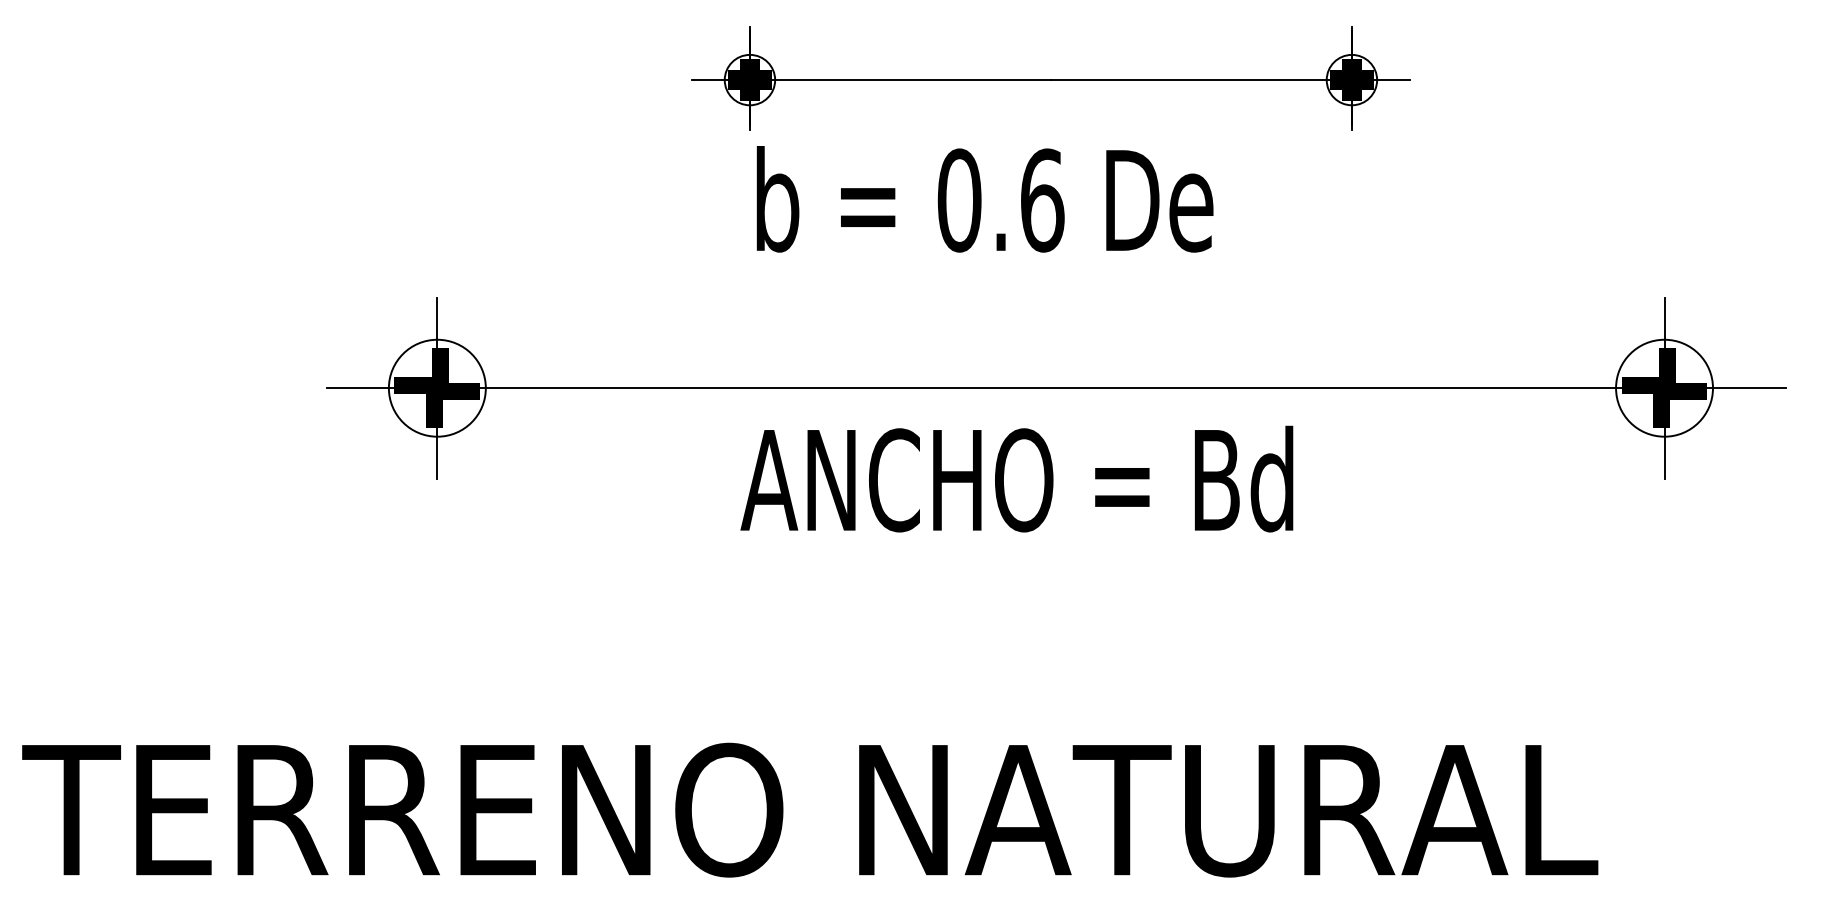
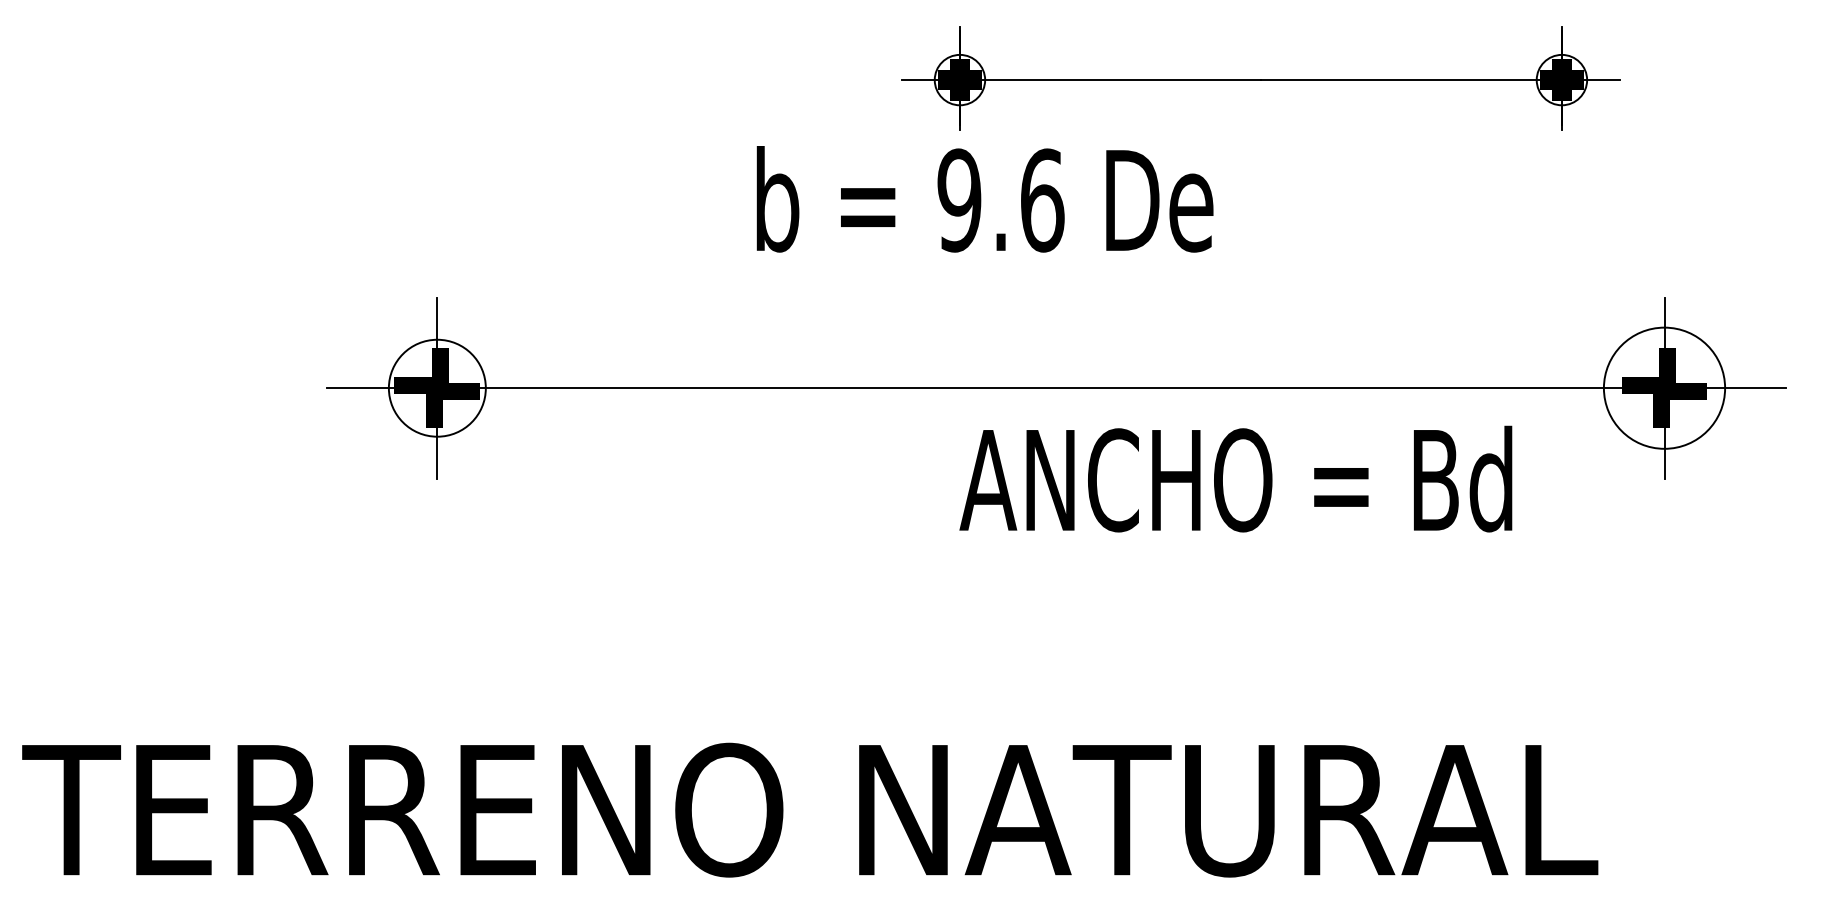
part at (1050, 78) position: (1050, 78) -> (1260, 78)
text at (959, 200): 0.6 -> 9.6
circle at (1664, 387) diameter: 97 px -> 121 px
text at (1016, 478) position: (1016, 478) -> (1235, 478)
